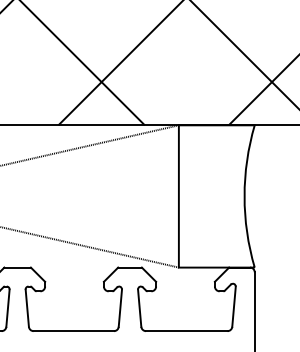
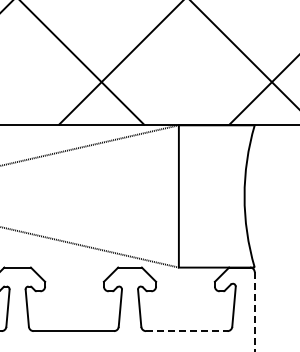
line at (254, 312): solid -> dashed
line at (186, 331): solid -> dashed
